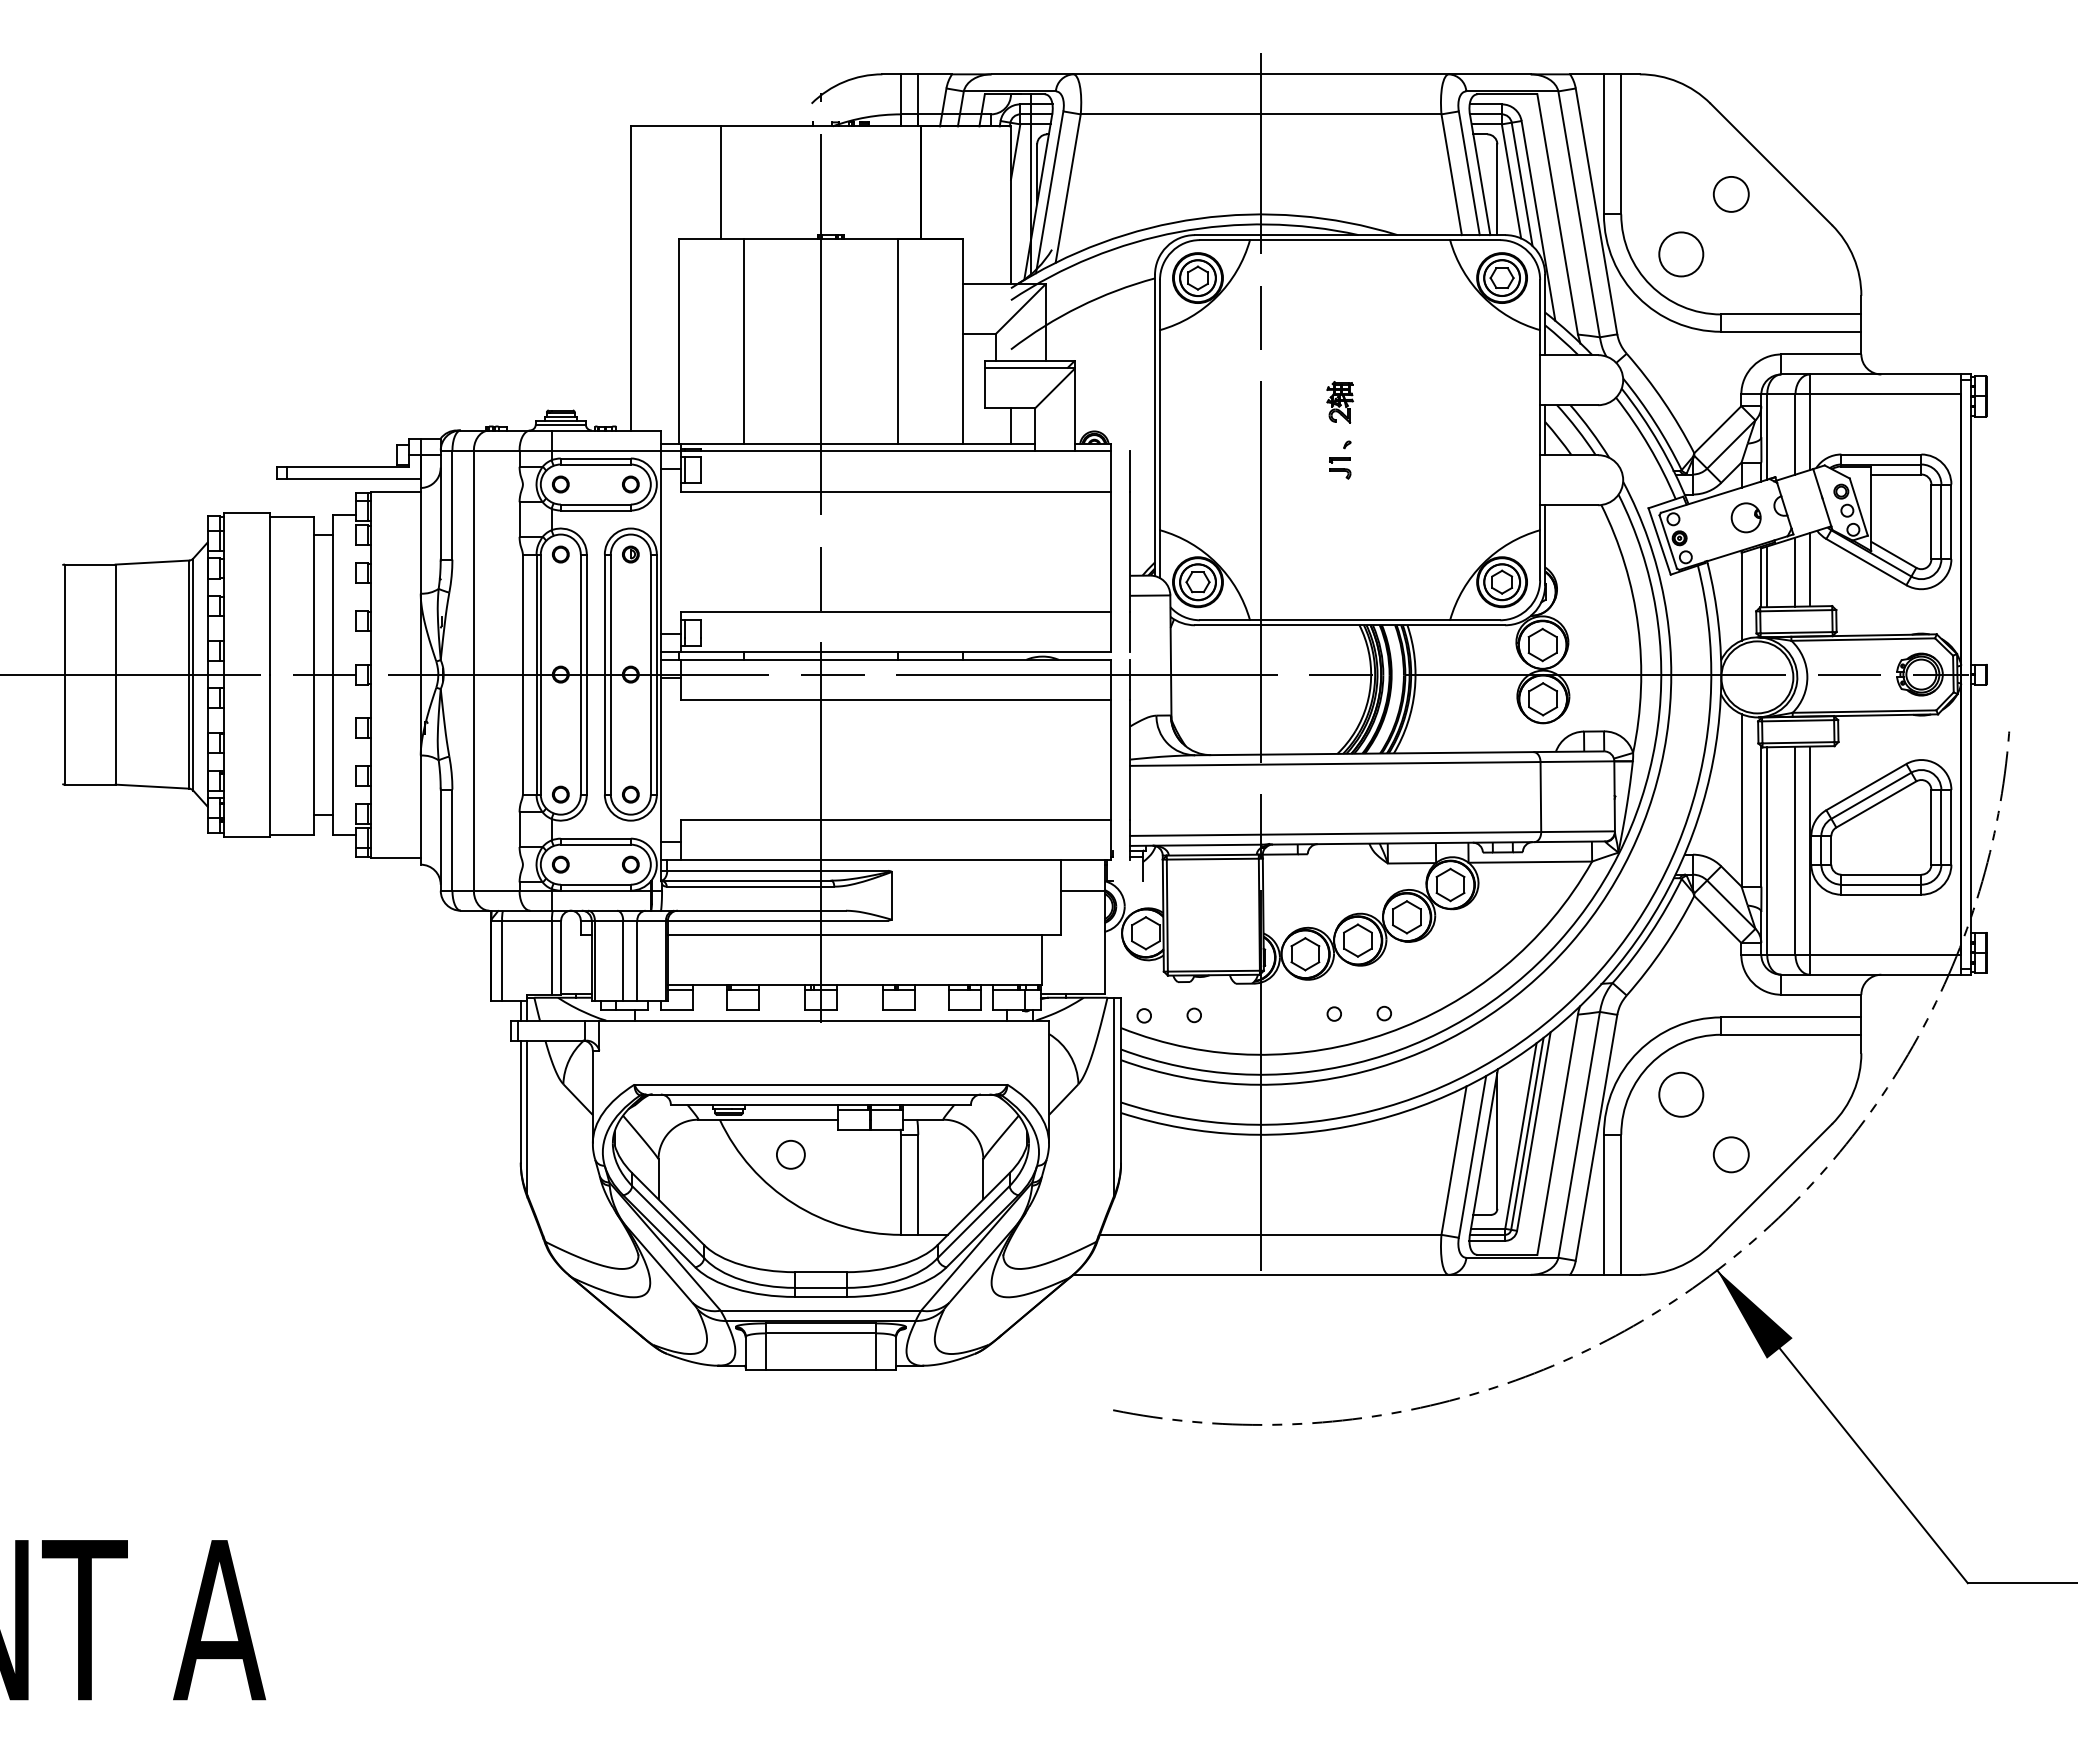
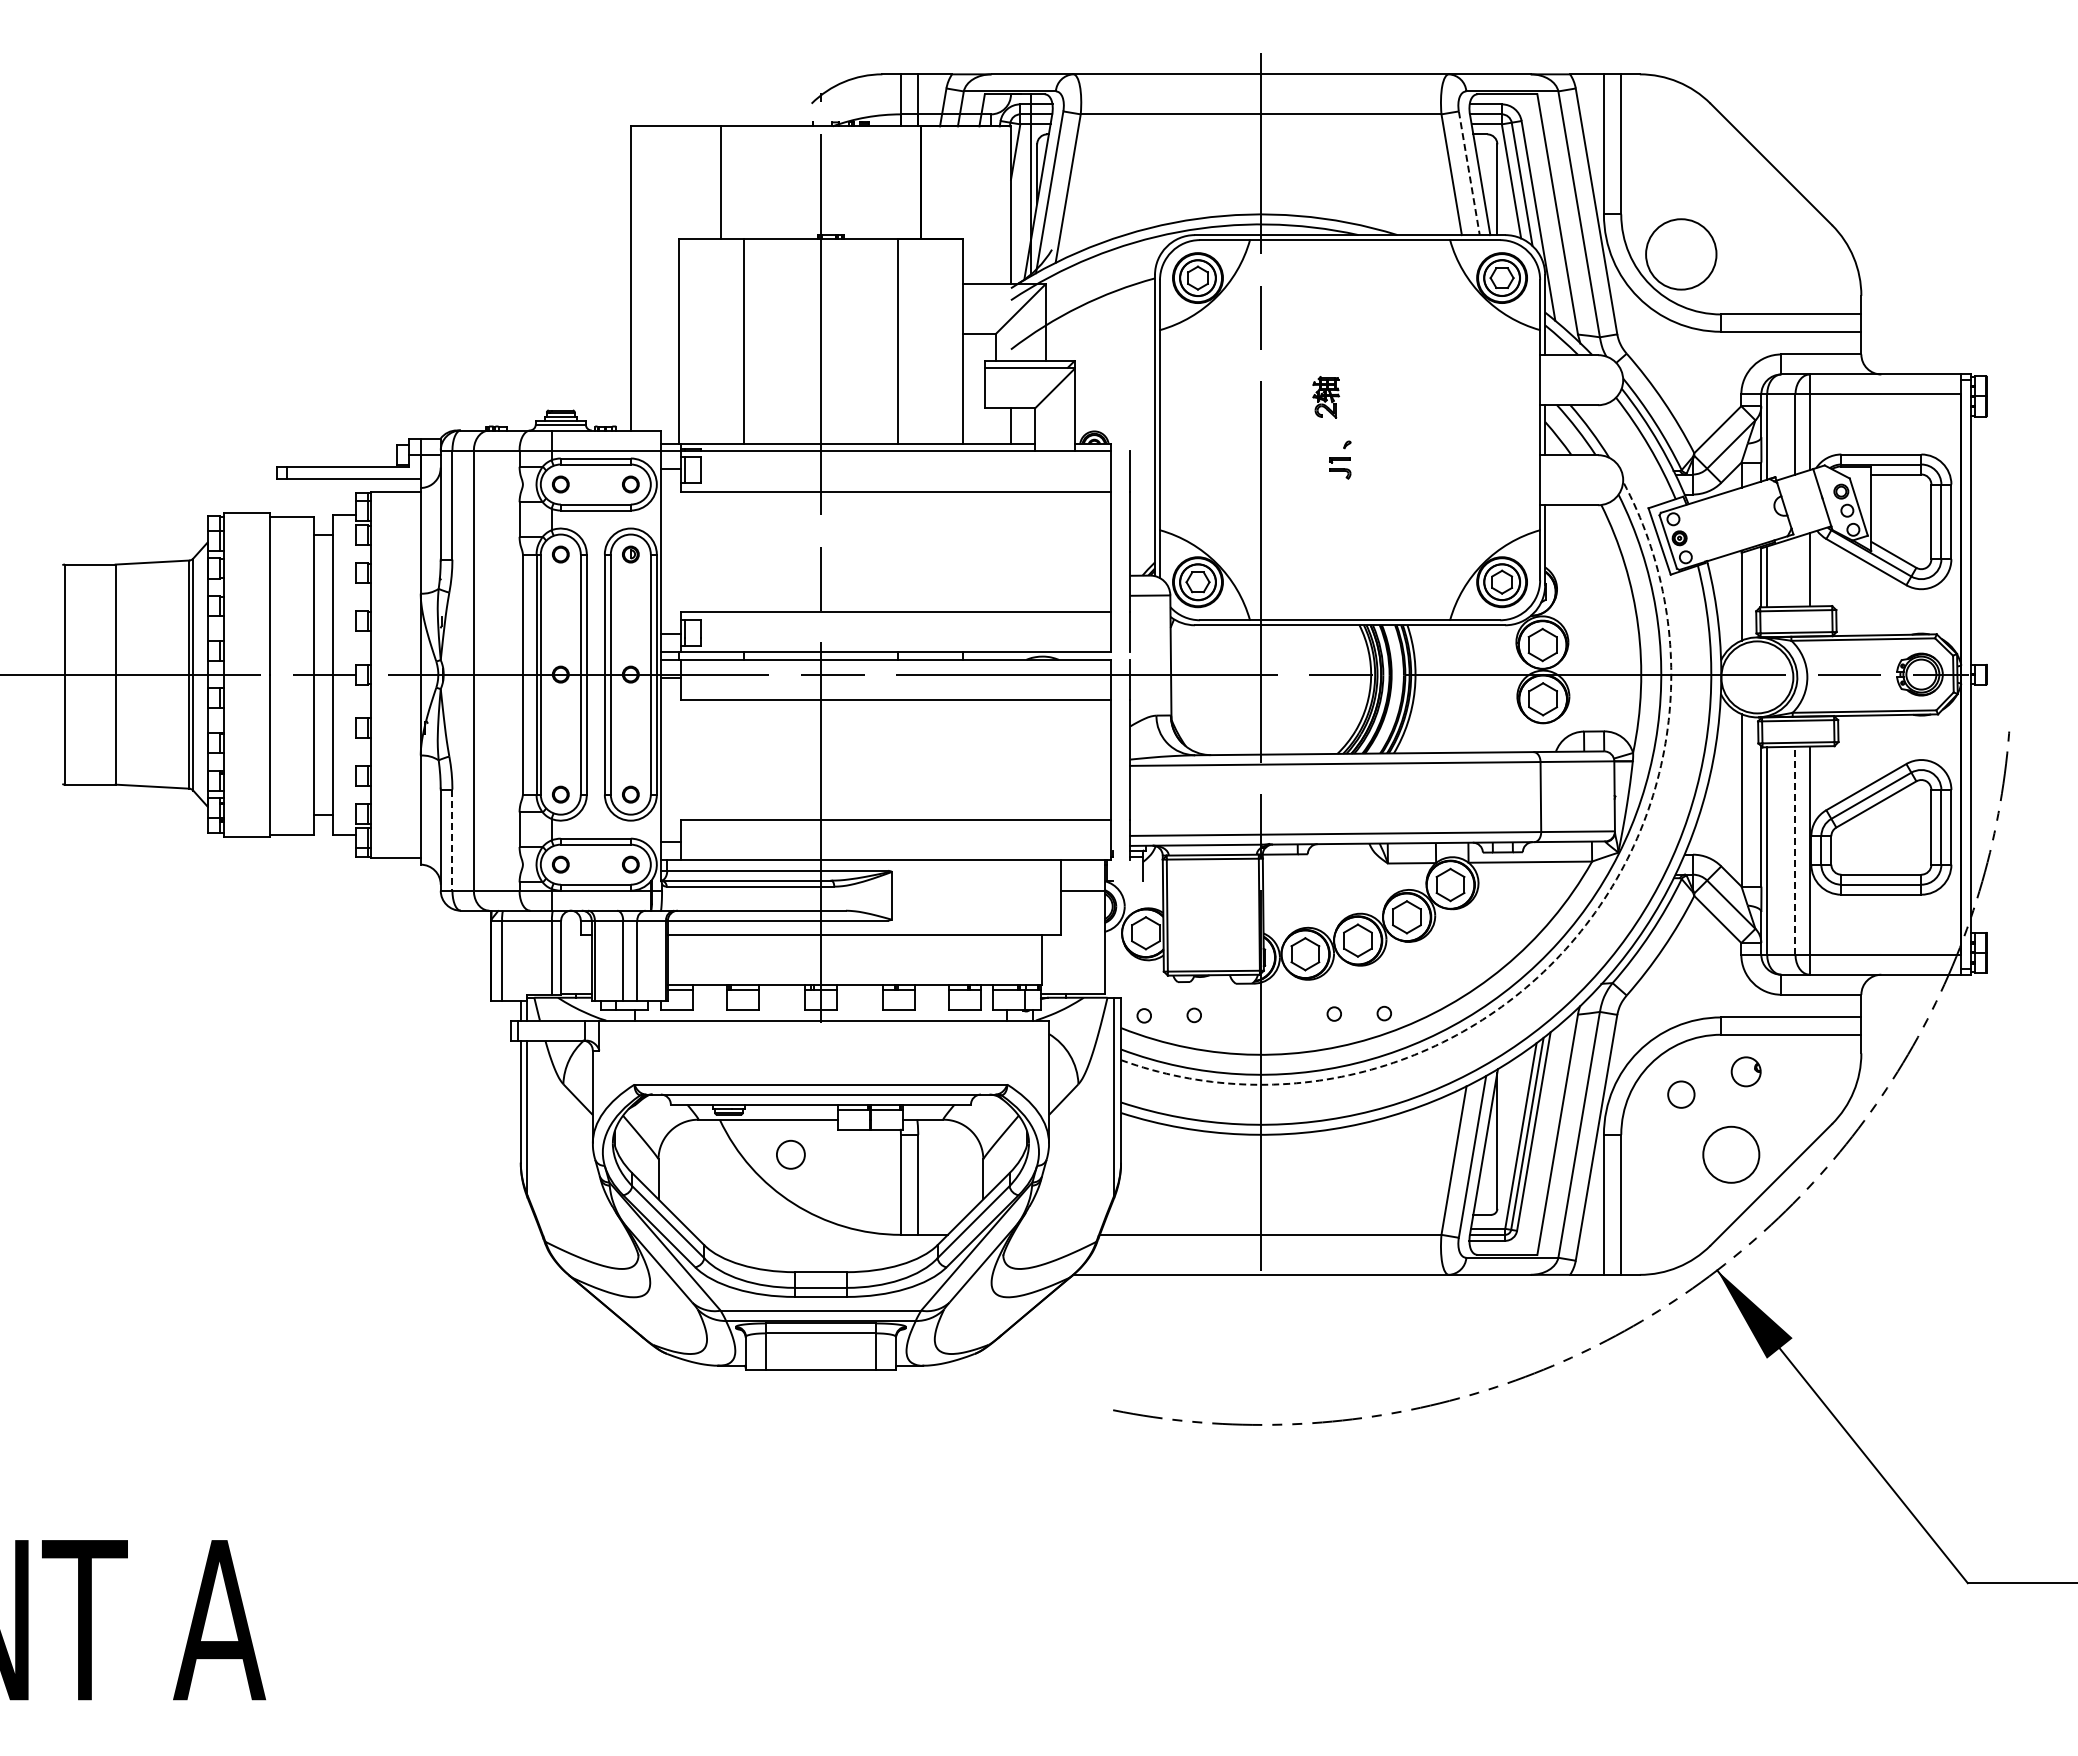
line at (1469, 173): solid -> dashed
circle at (1730, 194): present -> none
circle at (1681, 254) diameter: 44 px -> 70 px
part at (1339, 402) position: (1339, 402) -> (1325, 397)
part at (1745, 517) position: (1745, 517) -> (1745, 1071)
line at (1795, 571): present -> none
line at (452, 840): solid -> dashed
line at (1795, 850): solid -> dashed
arc at (1570, 943): solid -> dashed
circle at (1681, 1094) size: 47x47 px -> 29x29 px
circle at (1730, 1154) diameter: 35 px -> 56 px
